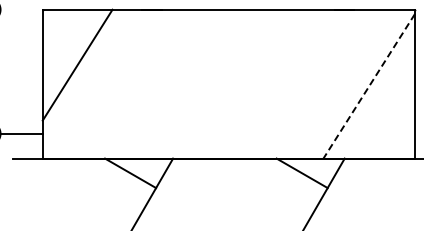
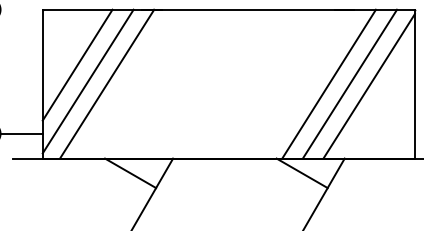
line at (87, 81): none -> present
line at (107, 83): none -> present
line at (328, 83): none -> present
line at (349, 83): none -> present
line at (368, 86): dashed -> solid
